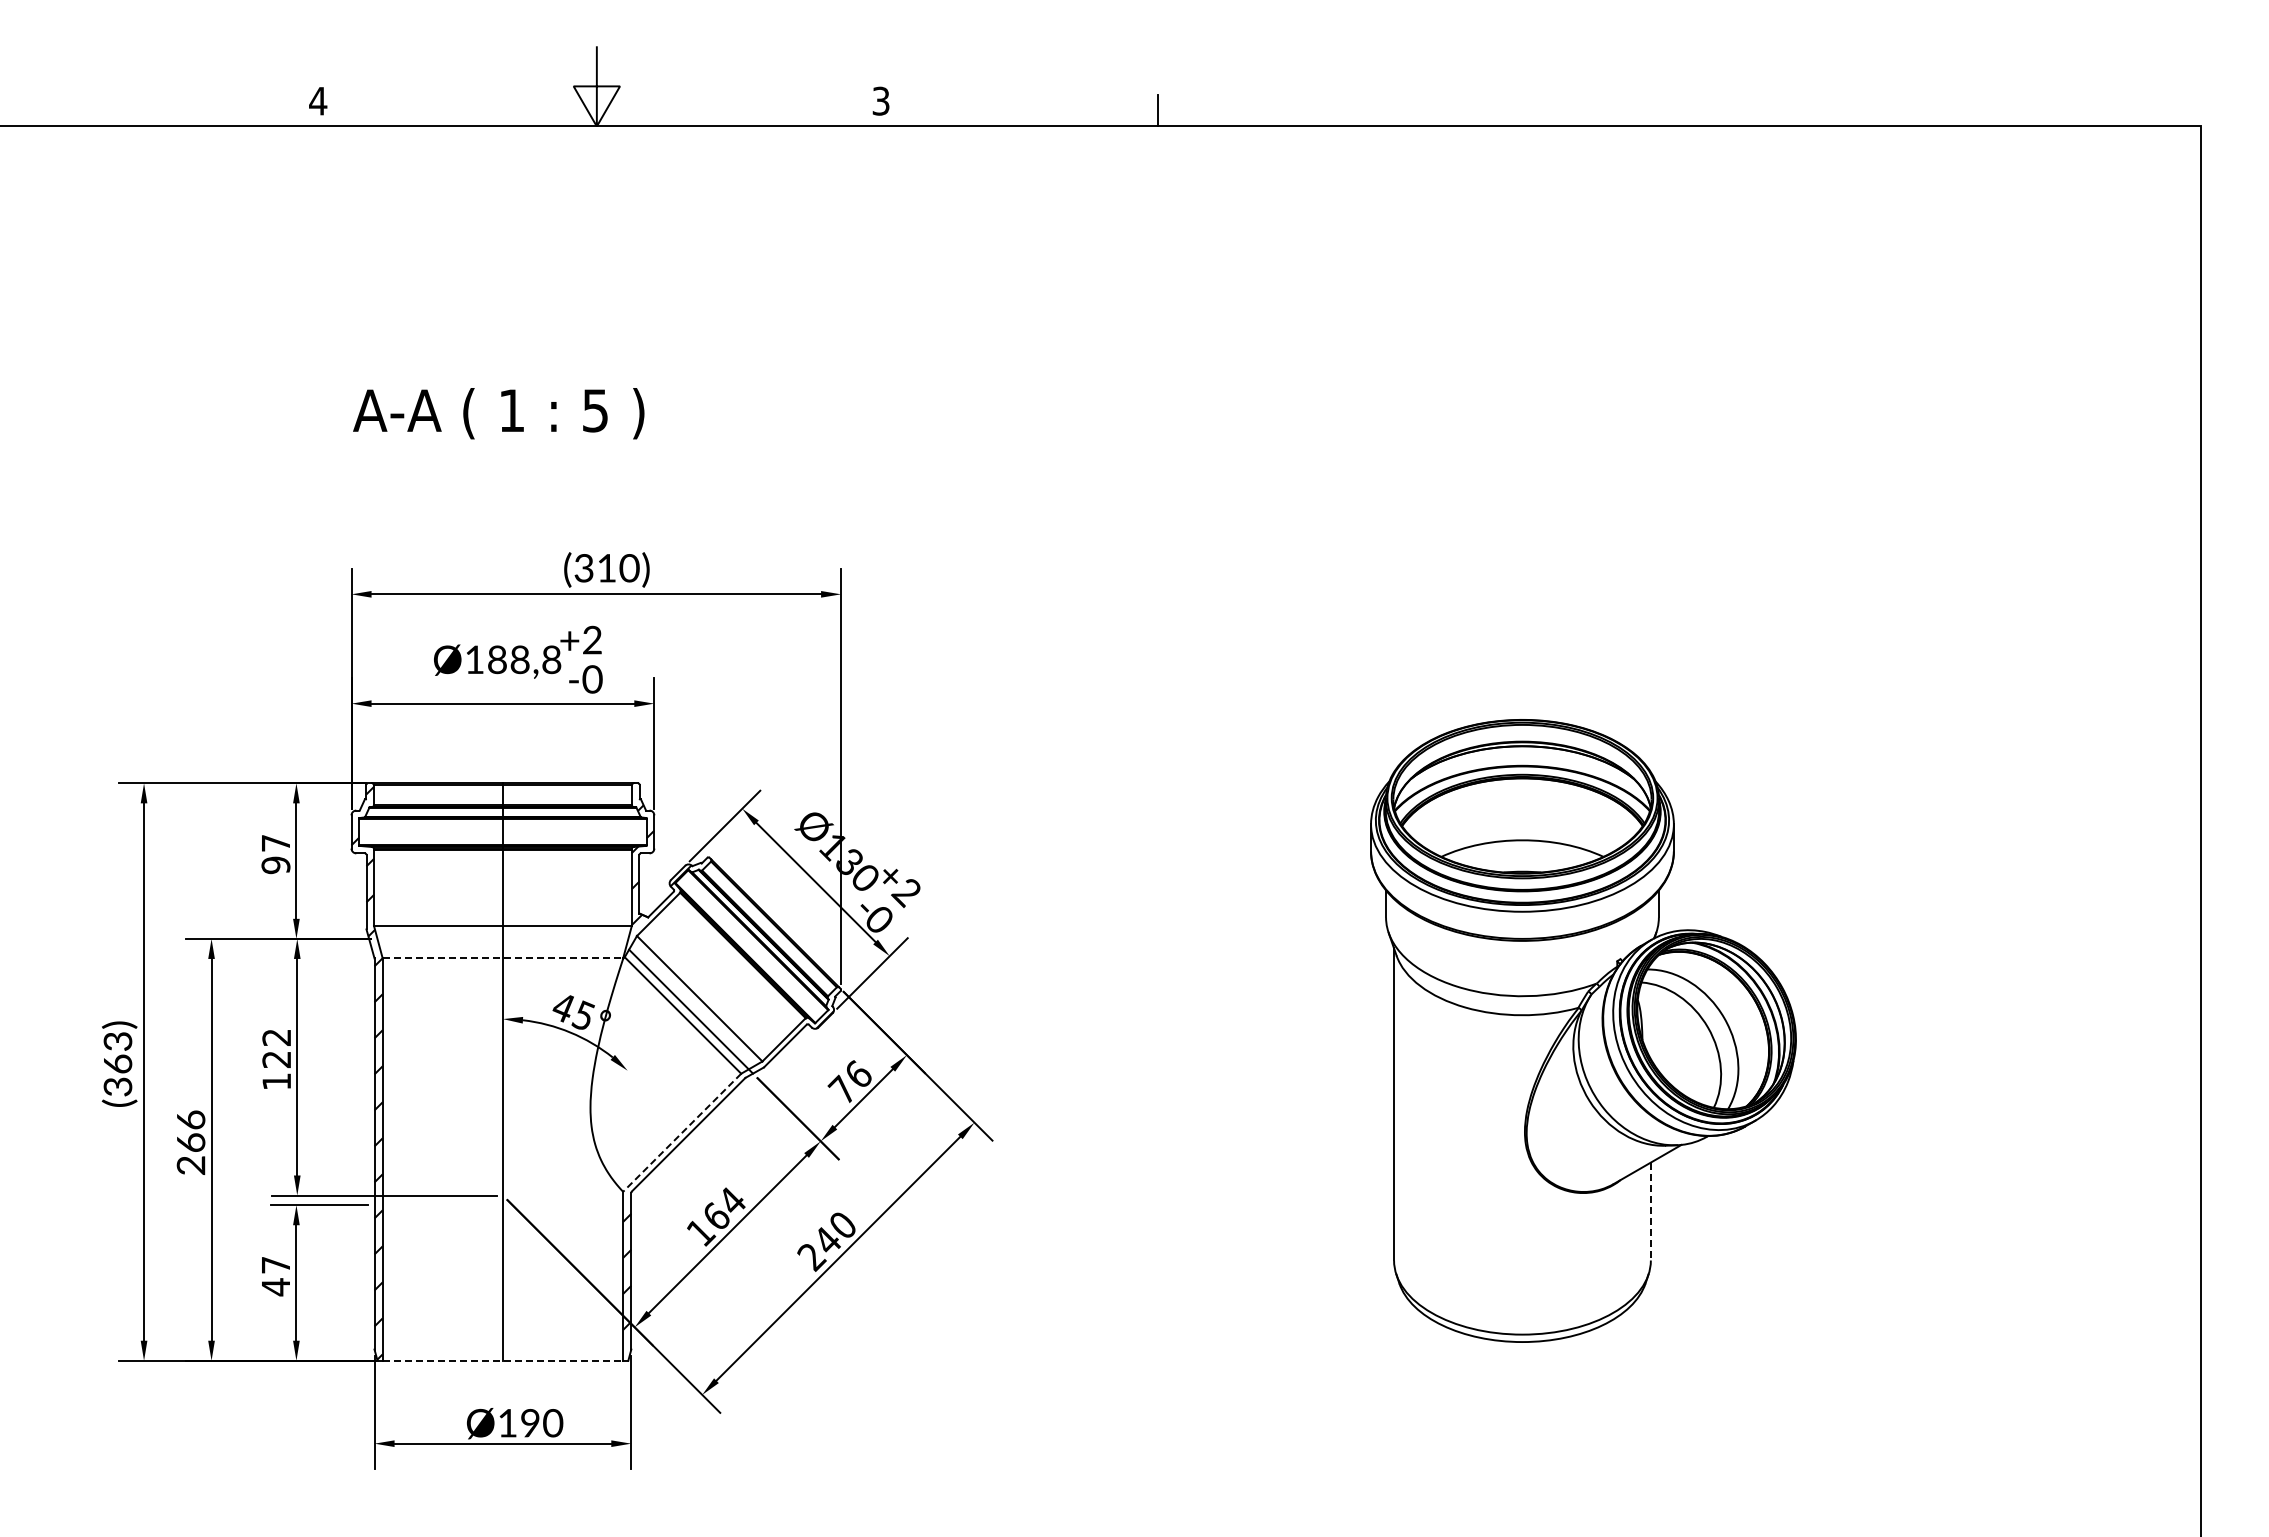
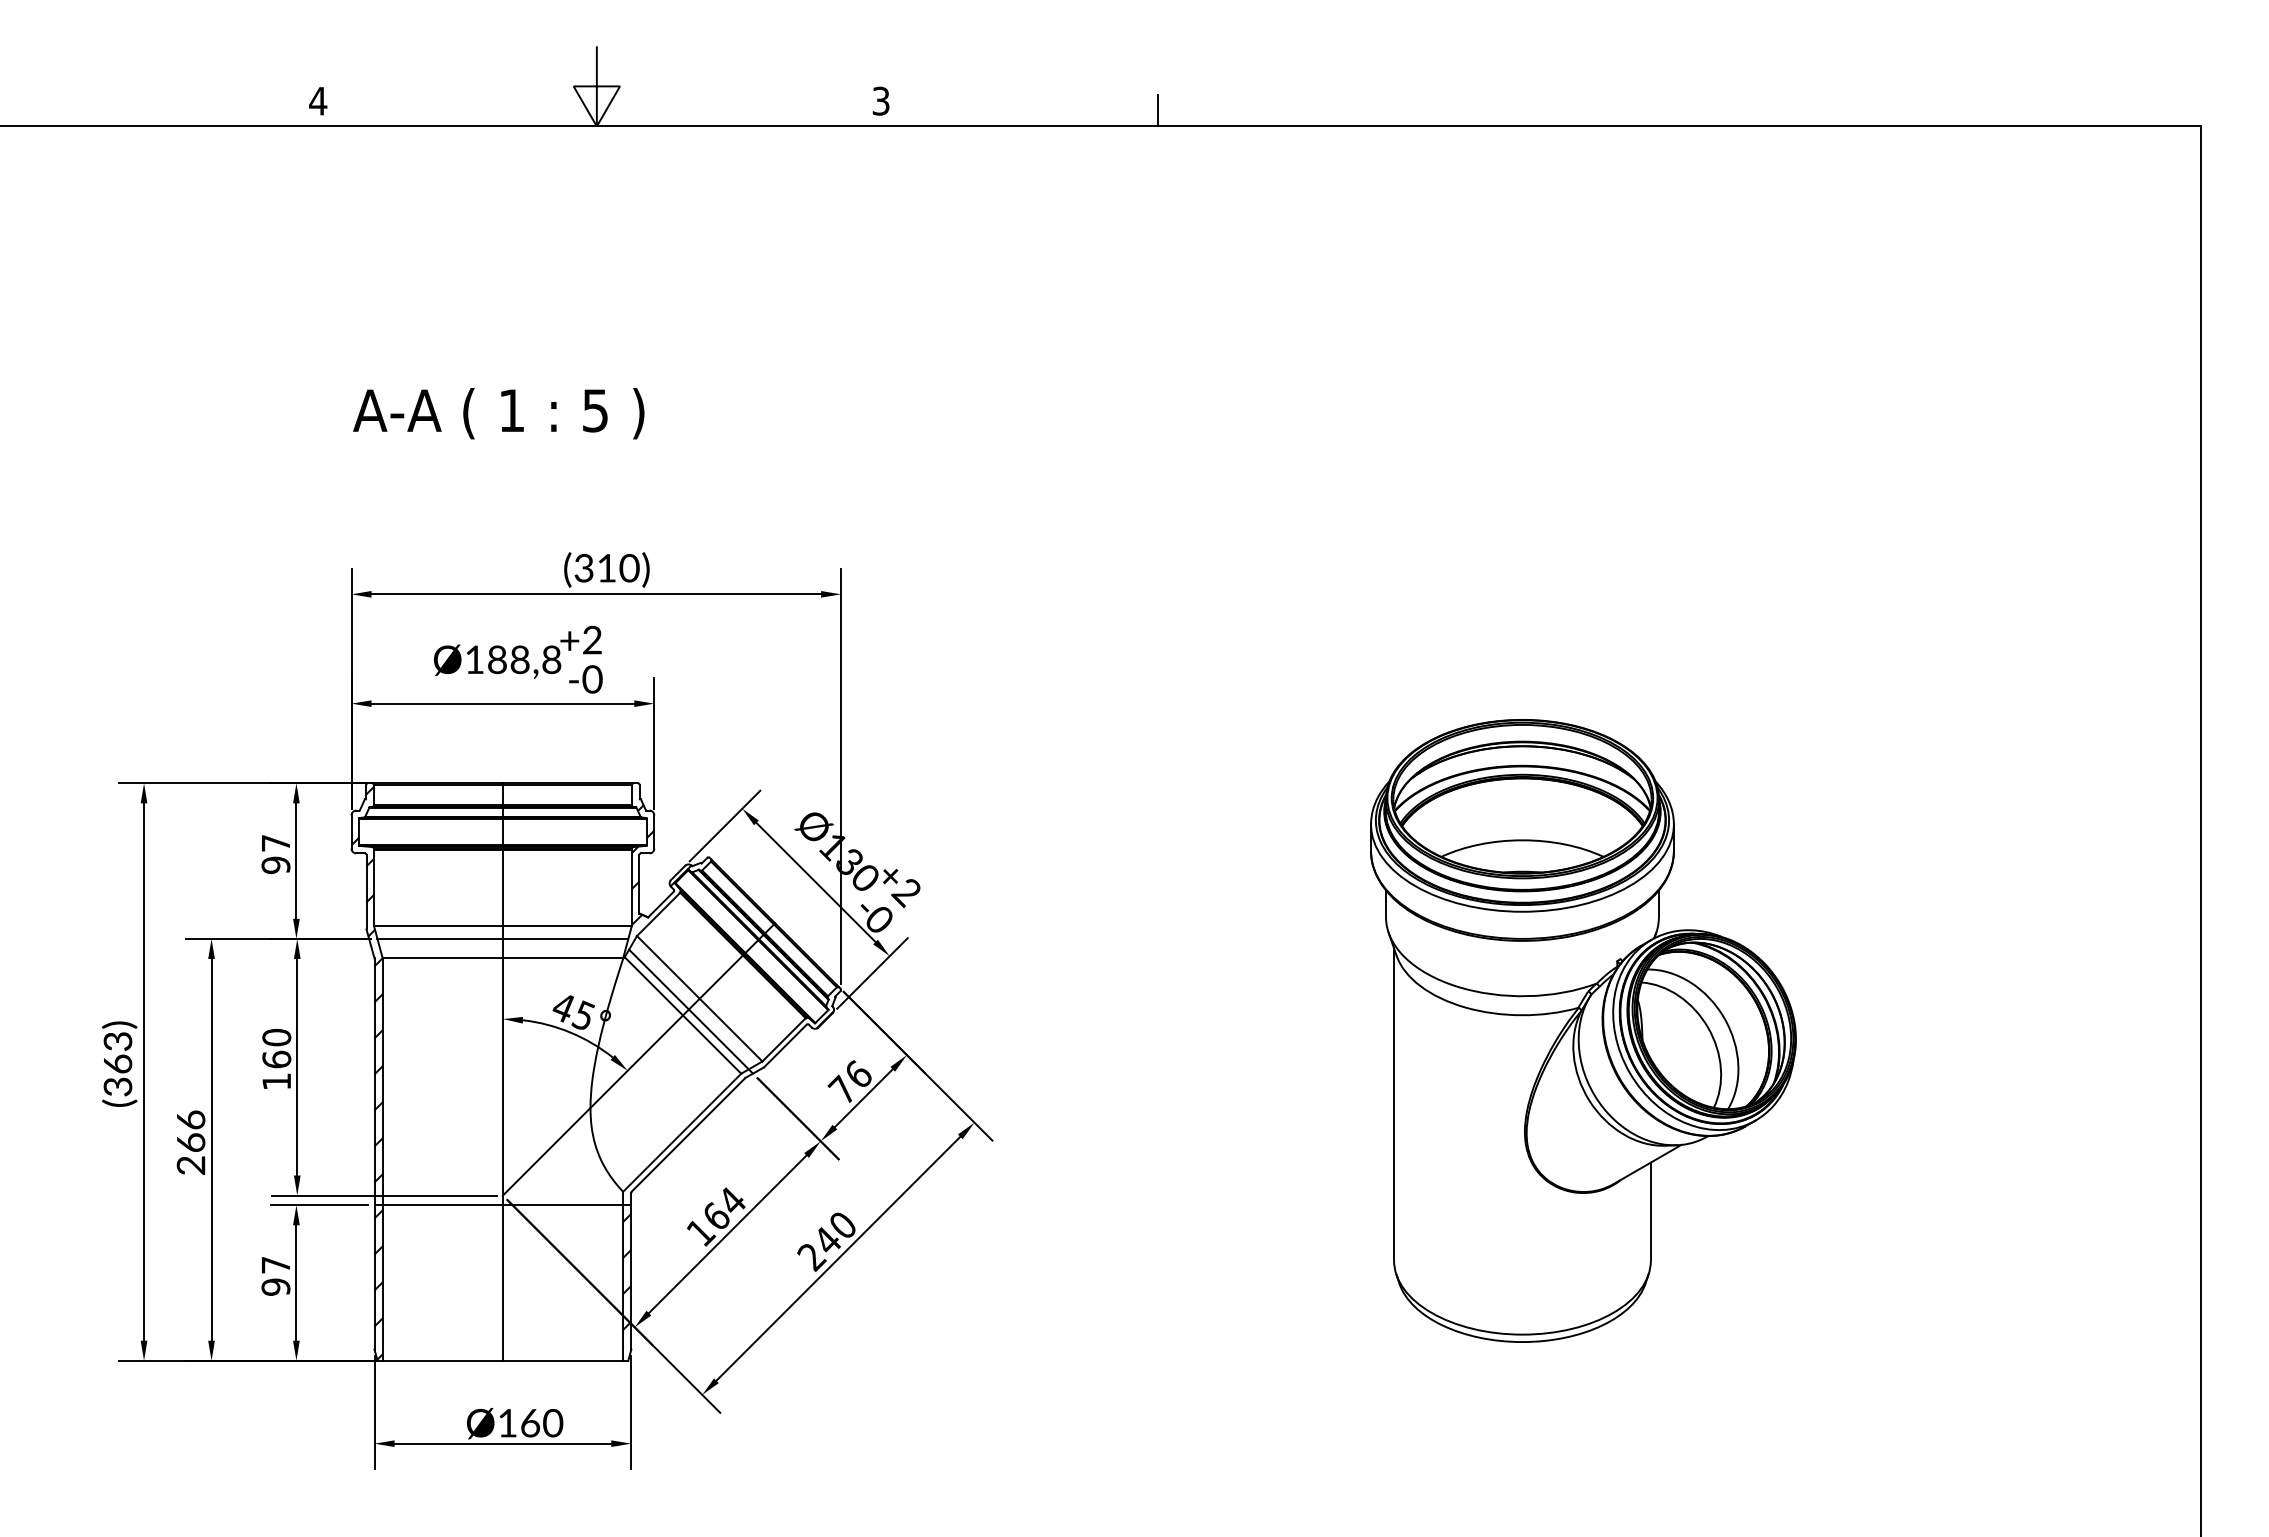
line at (502, 938): none -> present
line at (503, 958): dashed -> solid
text at (276, 1048): 122 -> 160
line at (638, 1059): none -> present
line at (682, 1132): dashed -> solid
line at (502, 1205): none -> present
line at (1650, 1211): dashed -> solid
text at (275, 1287): 47 -> 97
line at (503, 1360): dashed -> solid
text at (530, 1422): Ø190 -> Ø160
